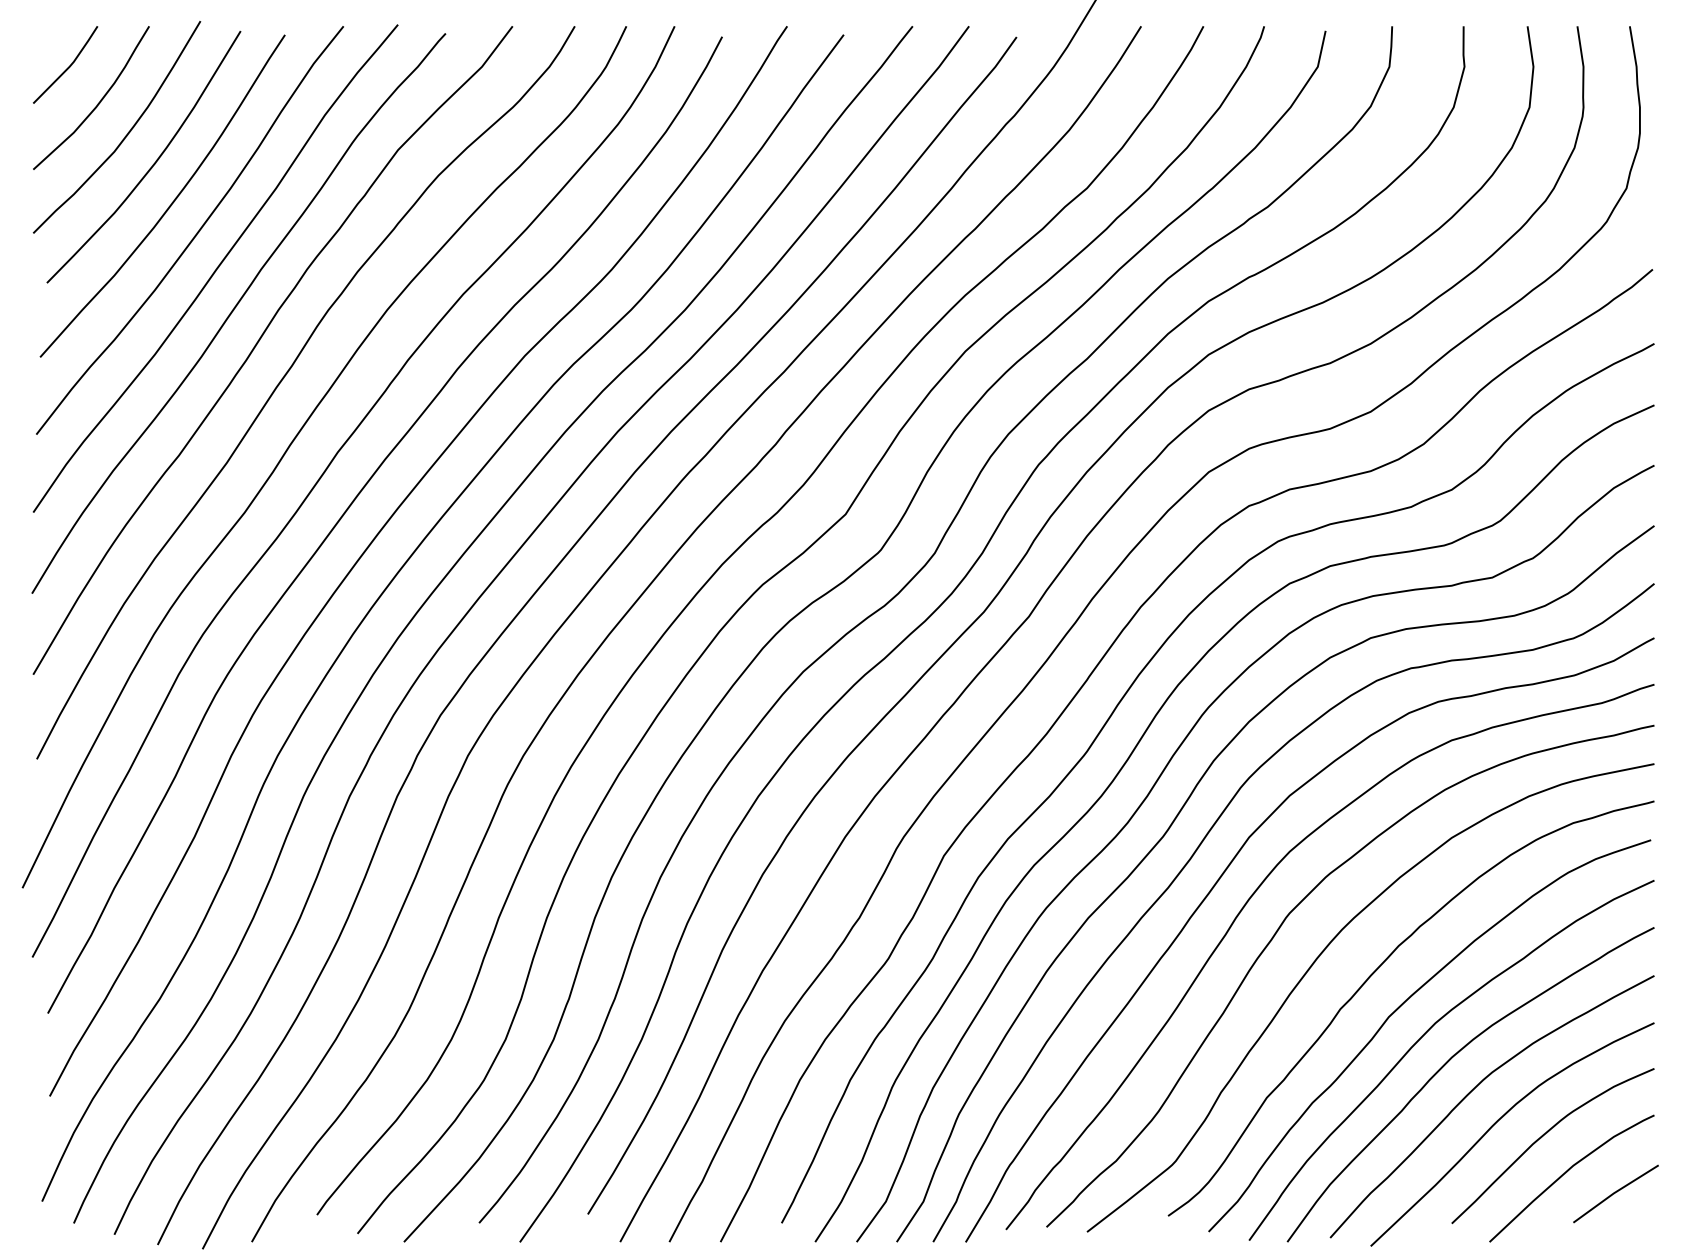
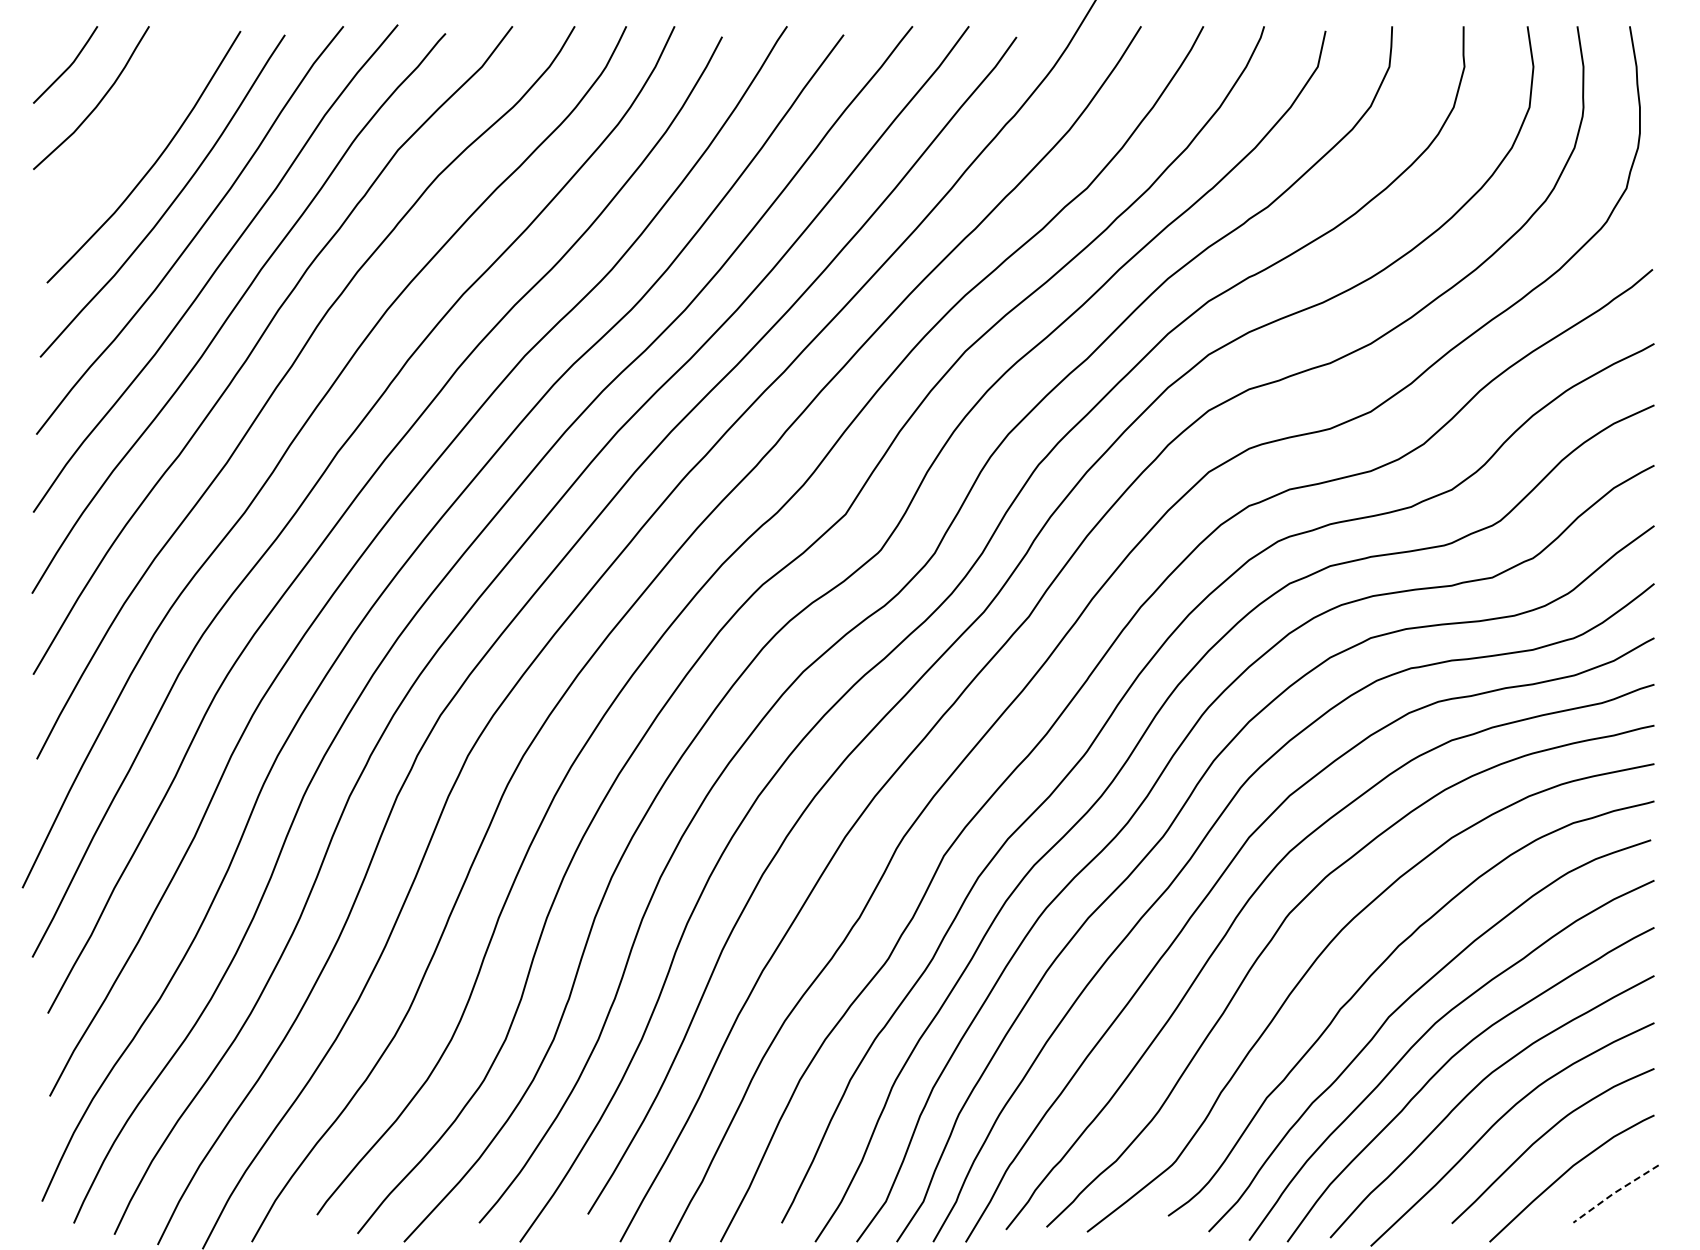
curve at (127, 132): present -> none
line at (1613, 1193): solid -> dashed
